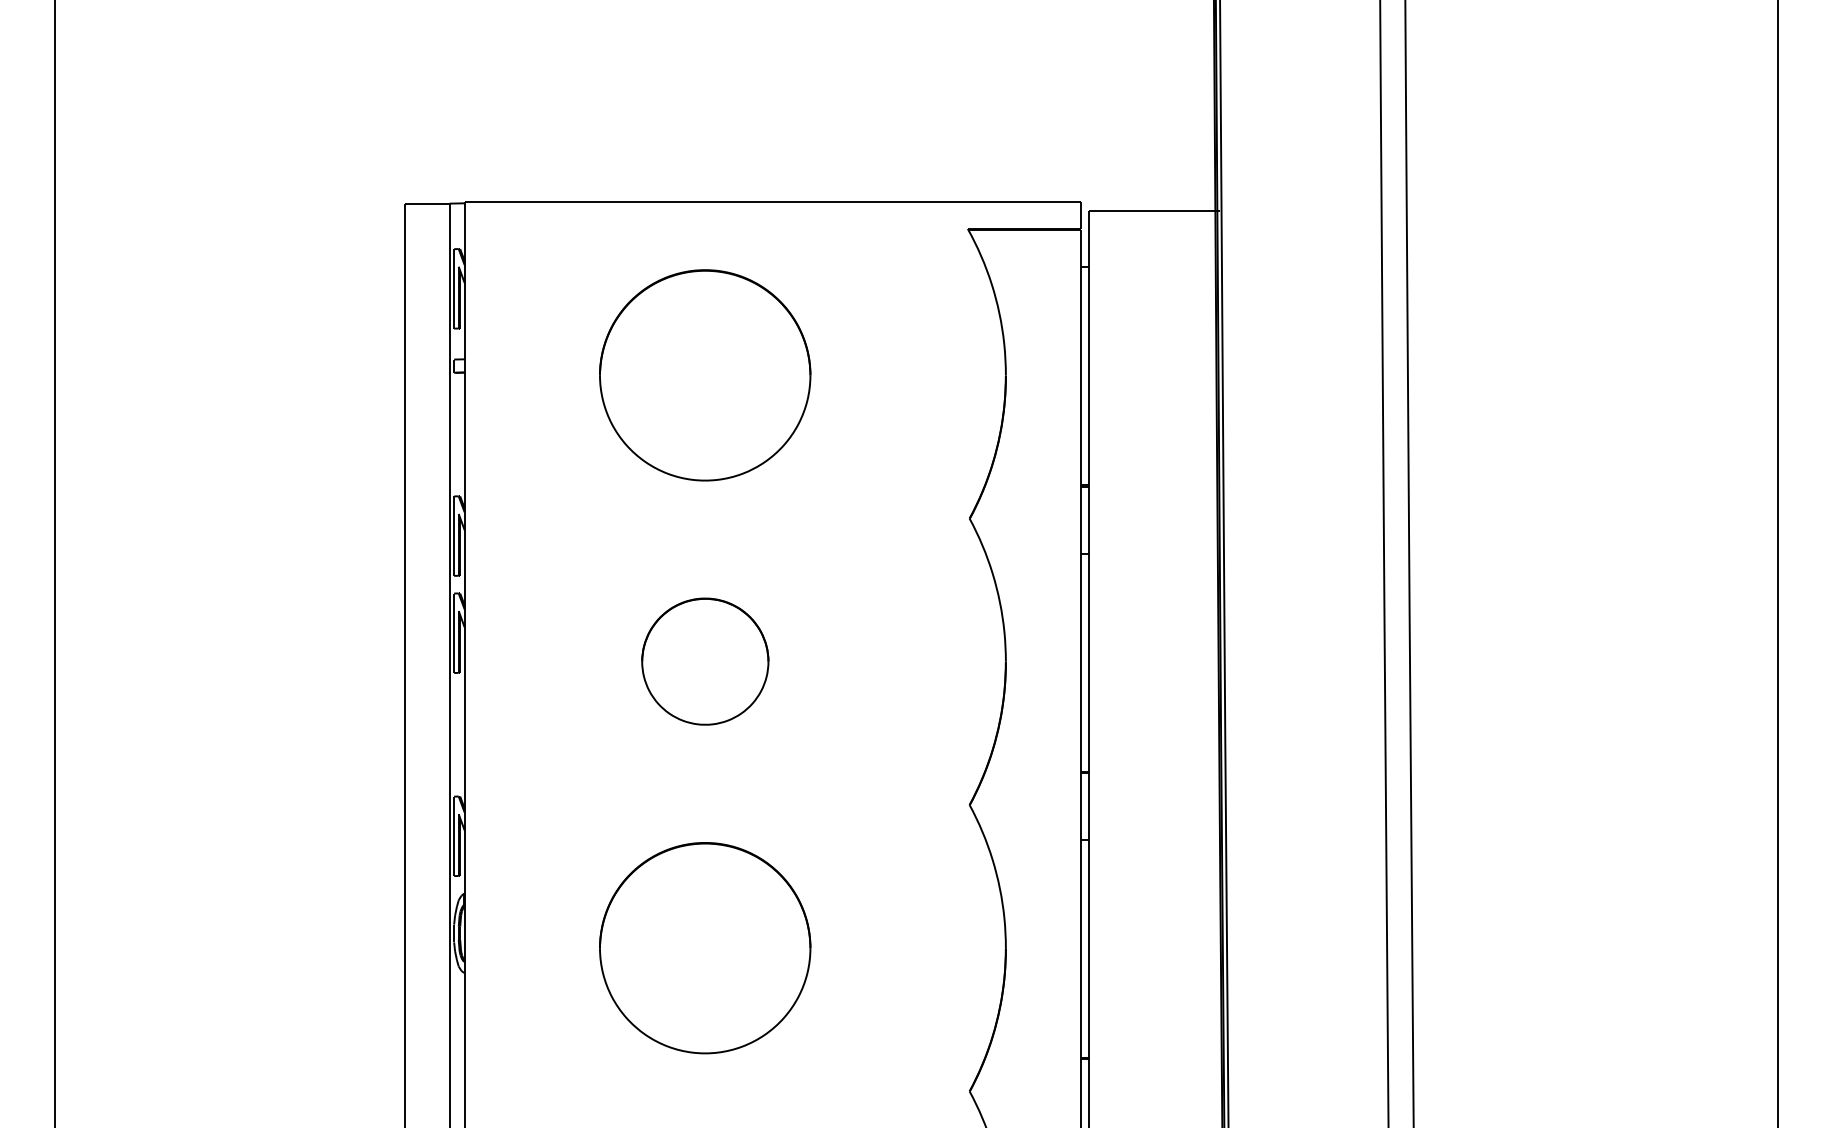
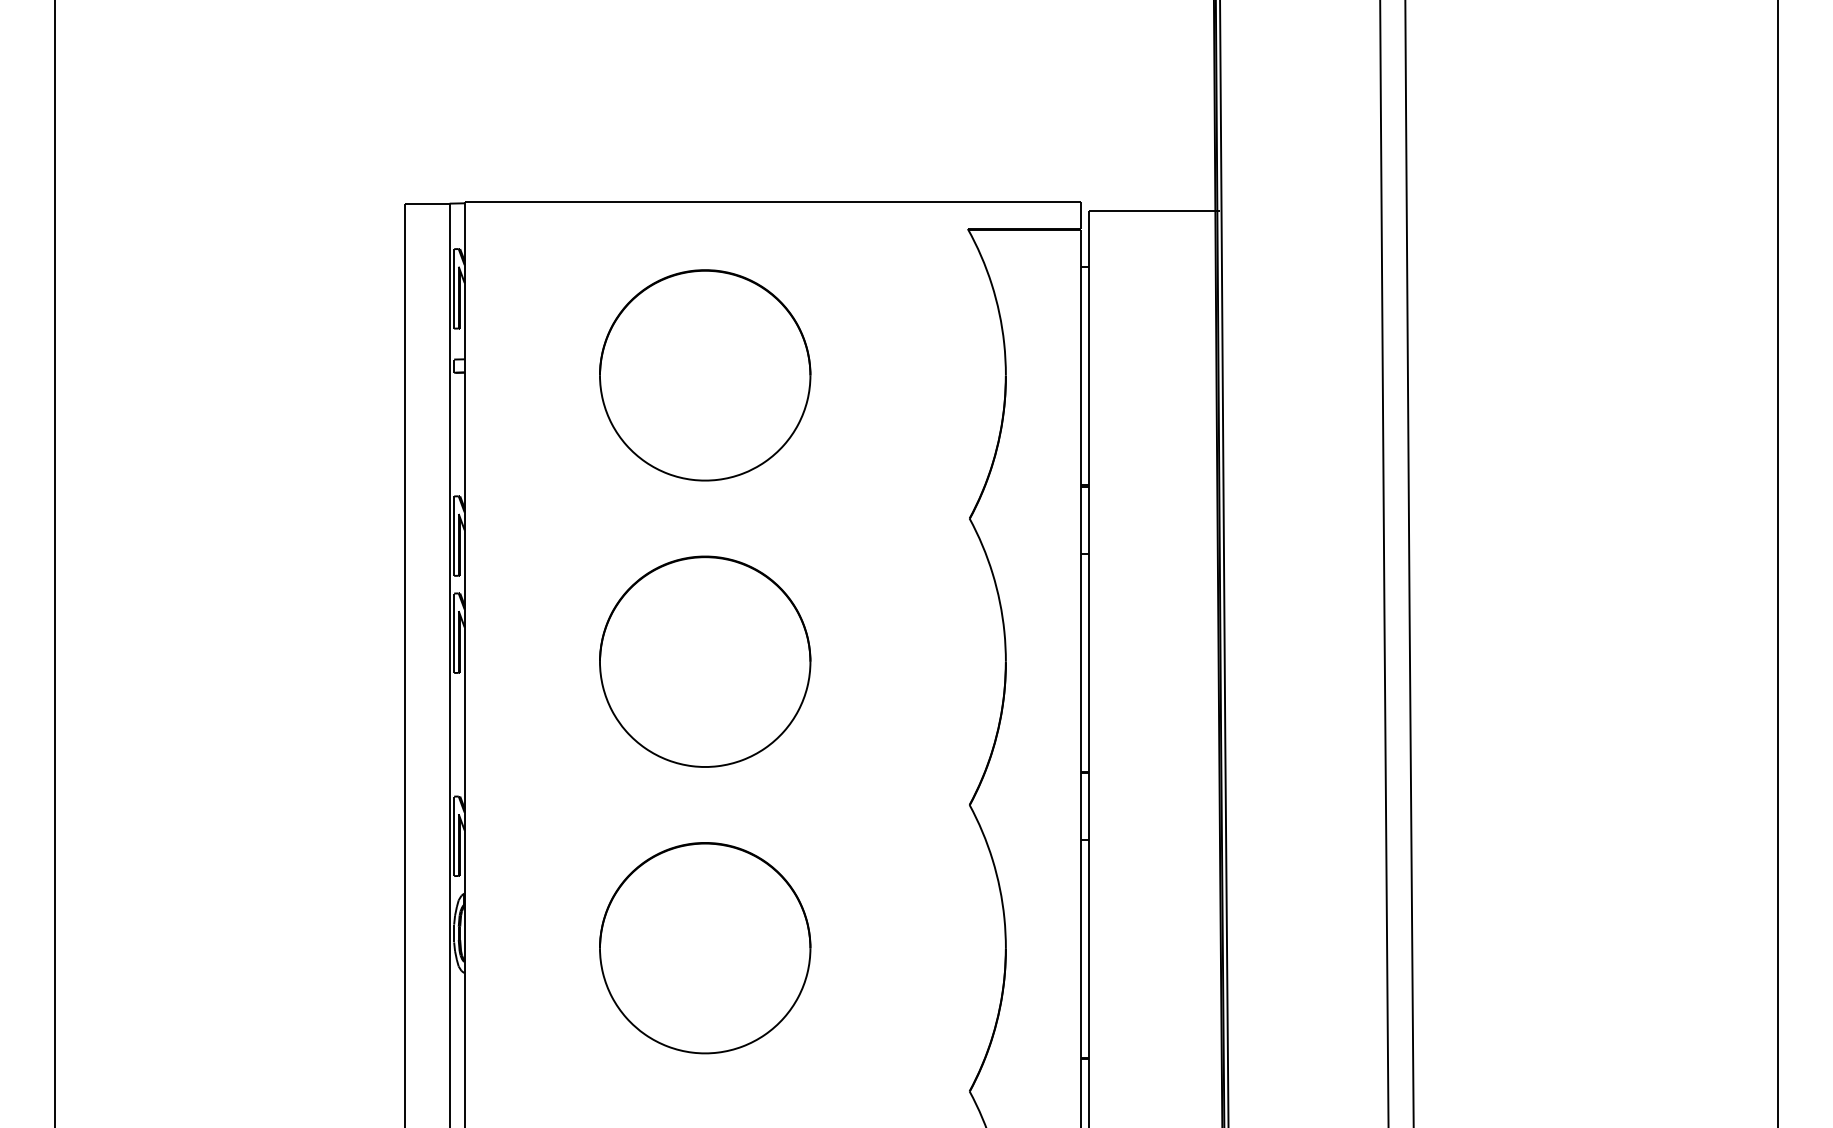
part at (705, 661) size: 129x129 px -> 213x213 px
